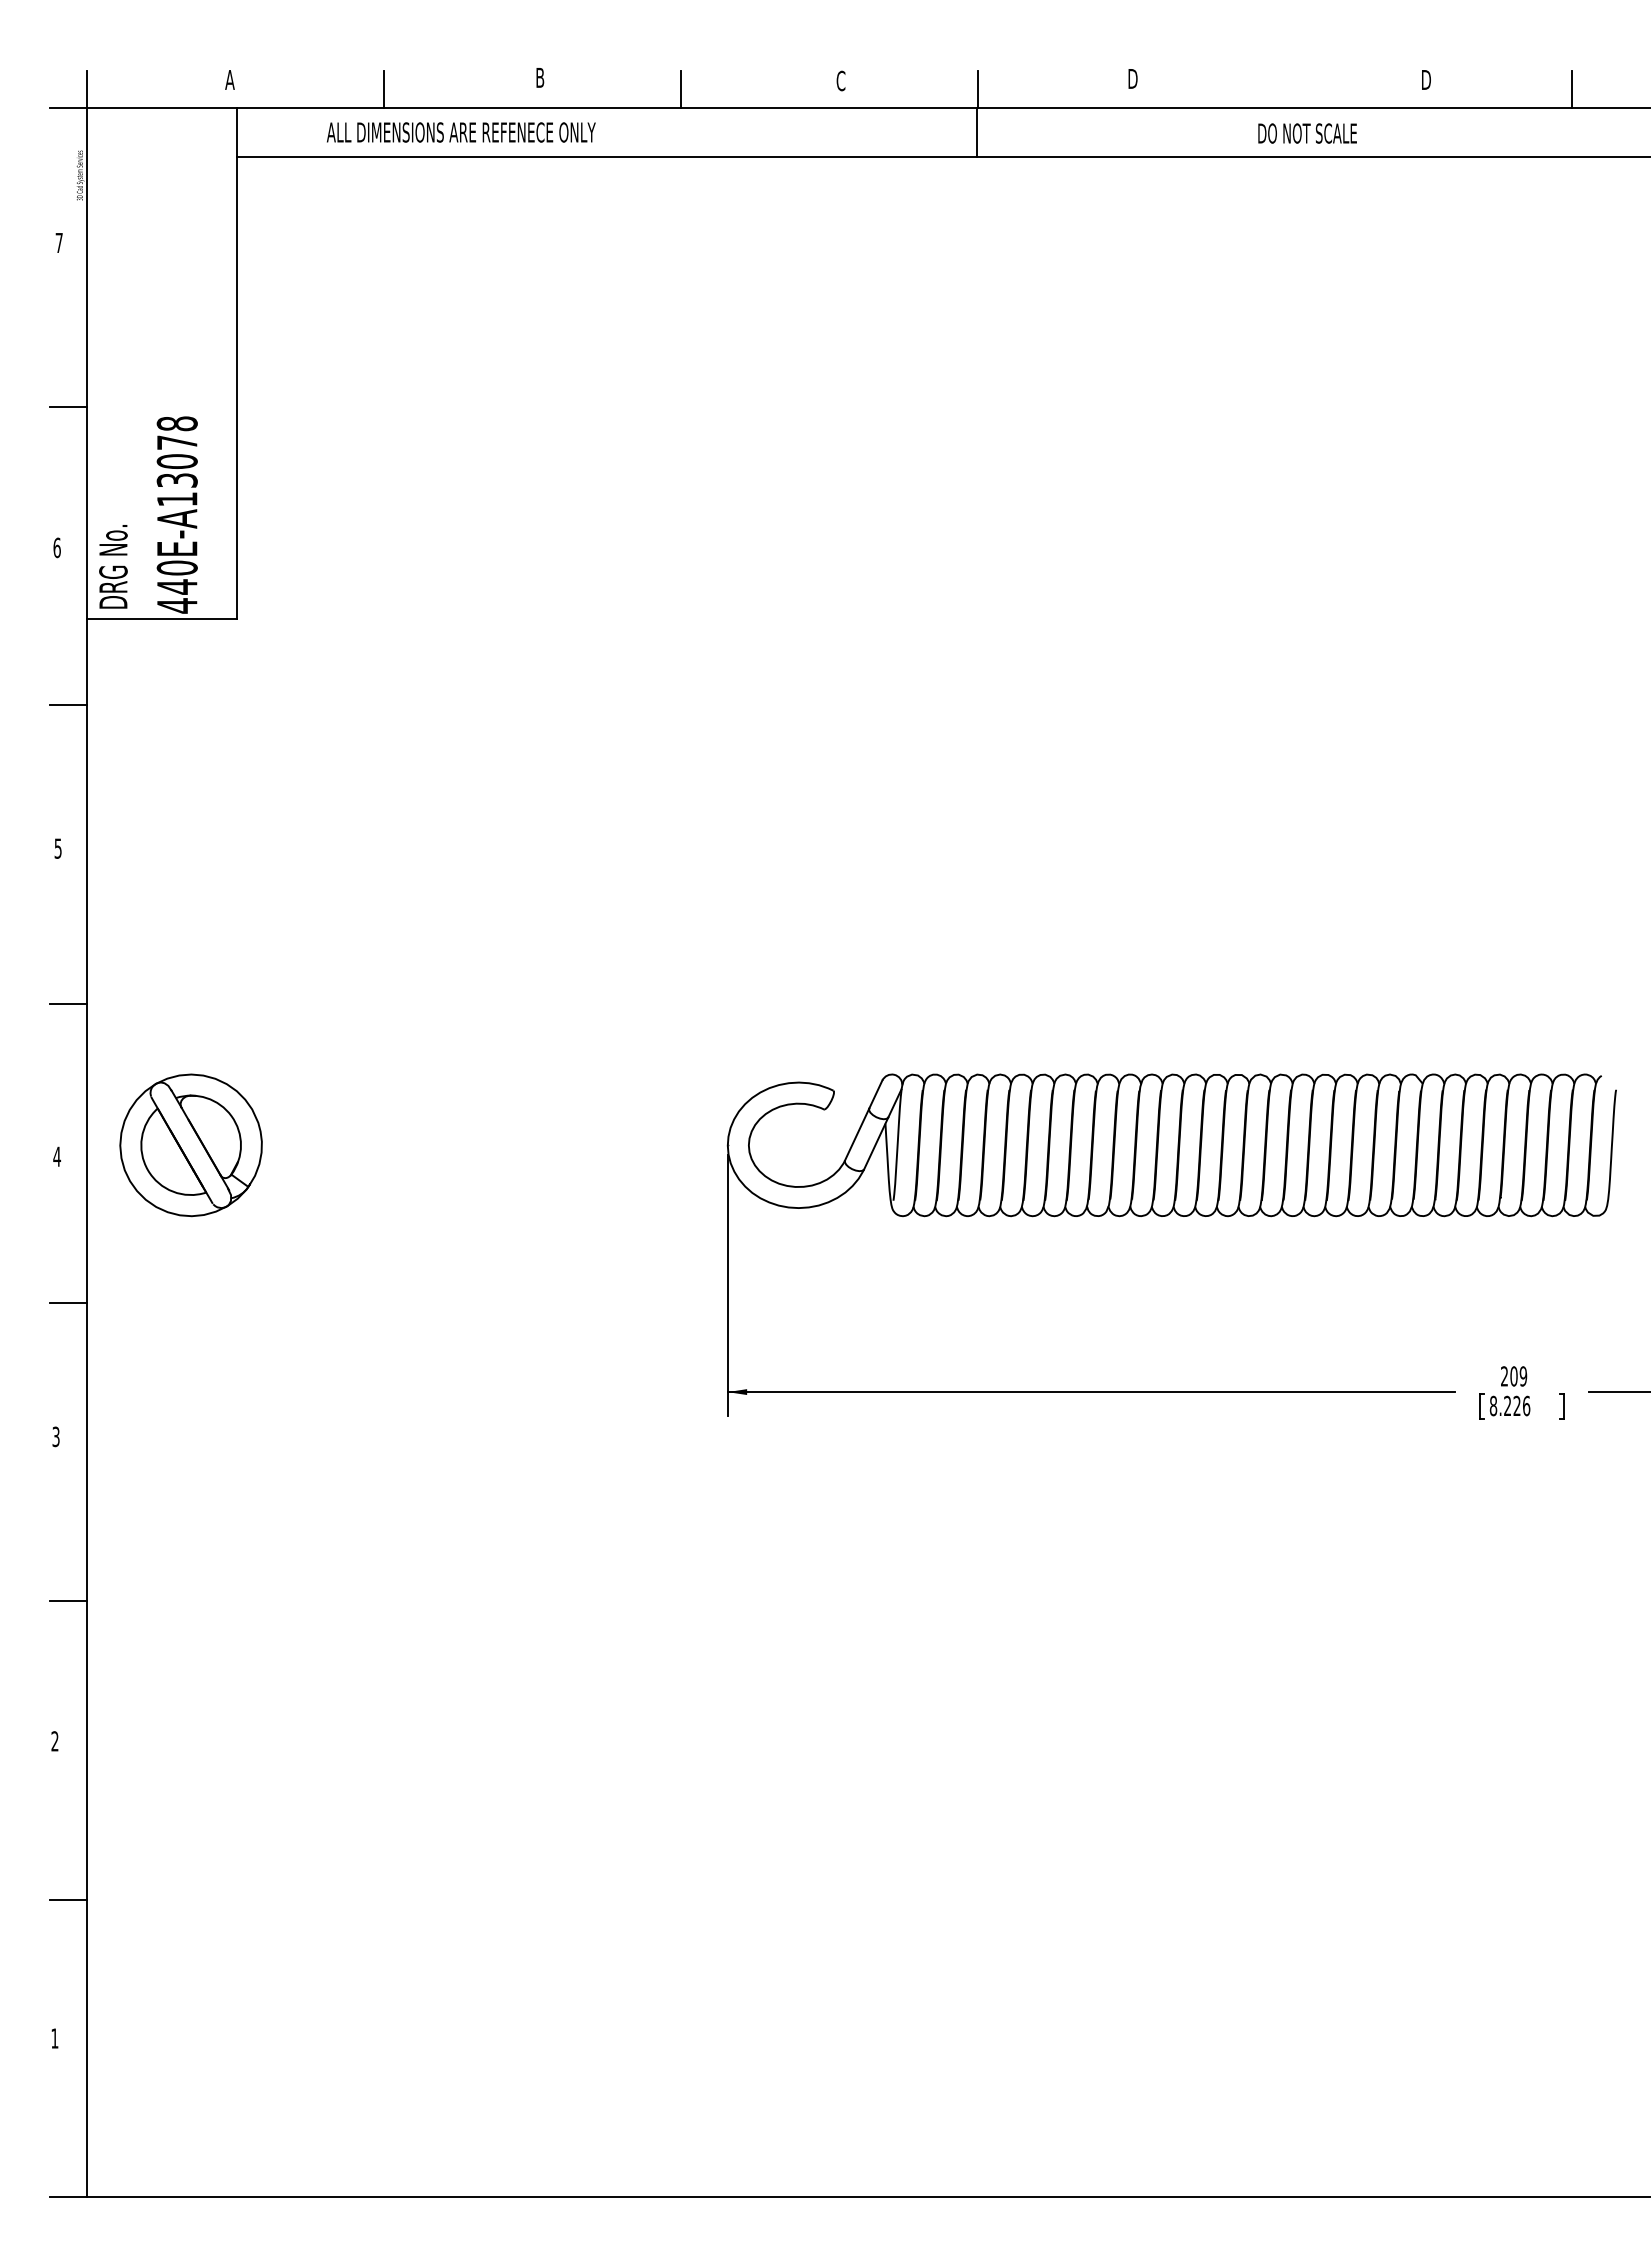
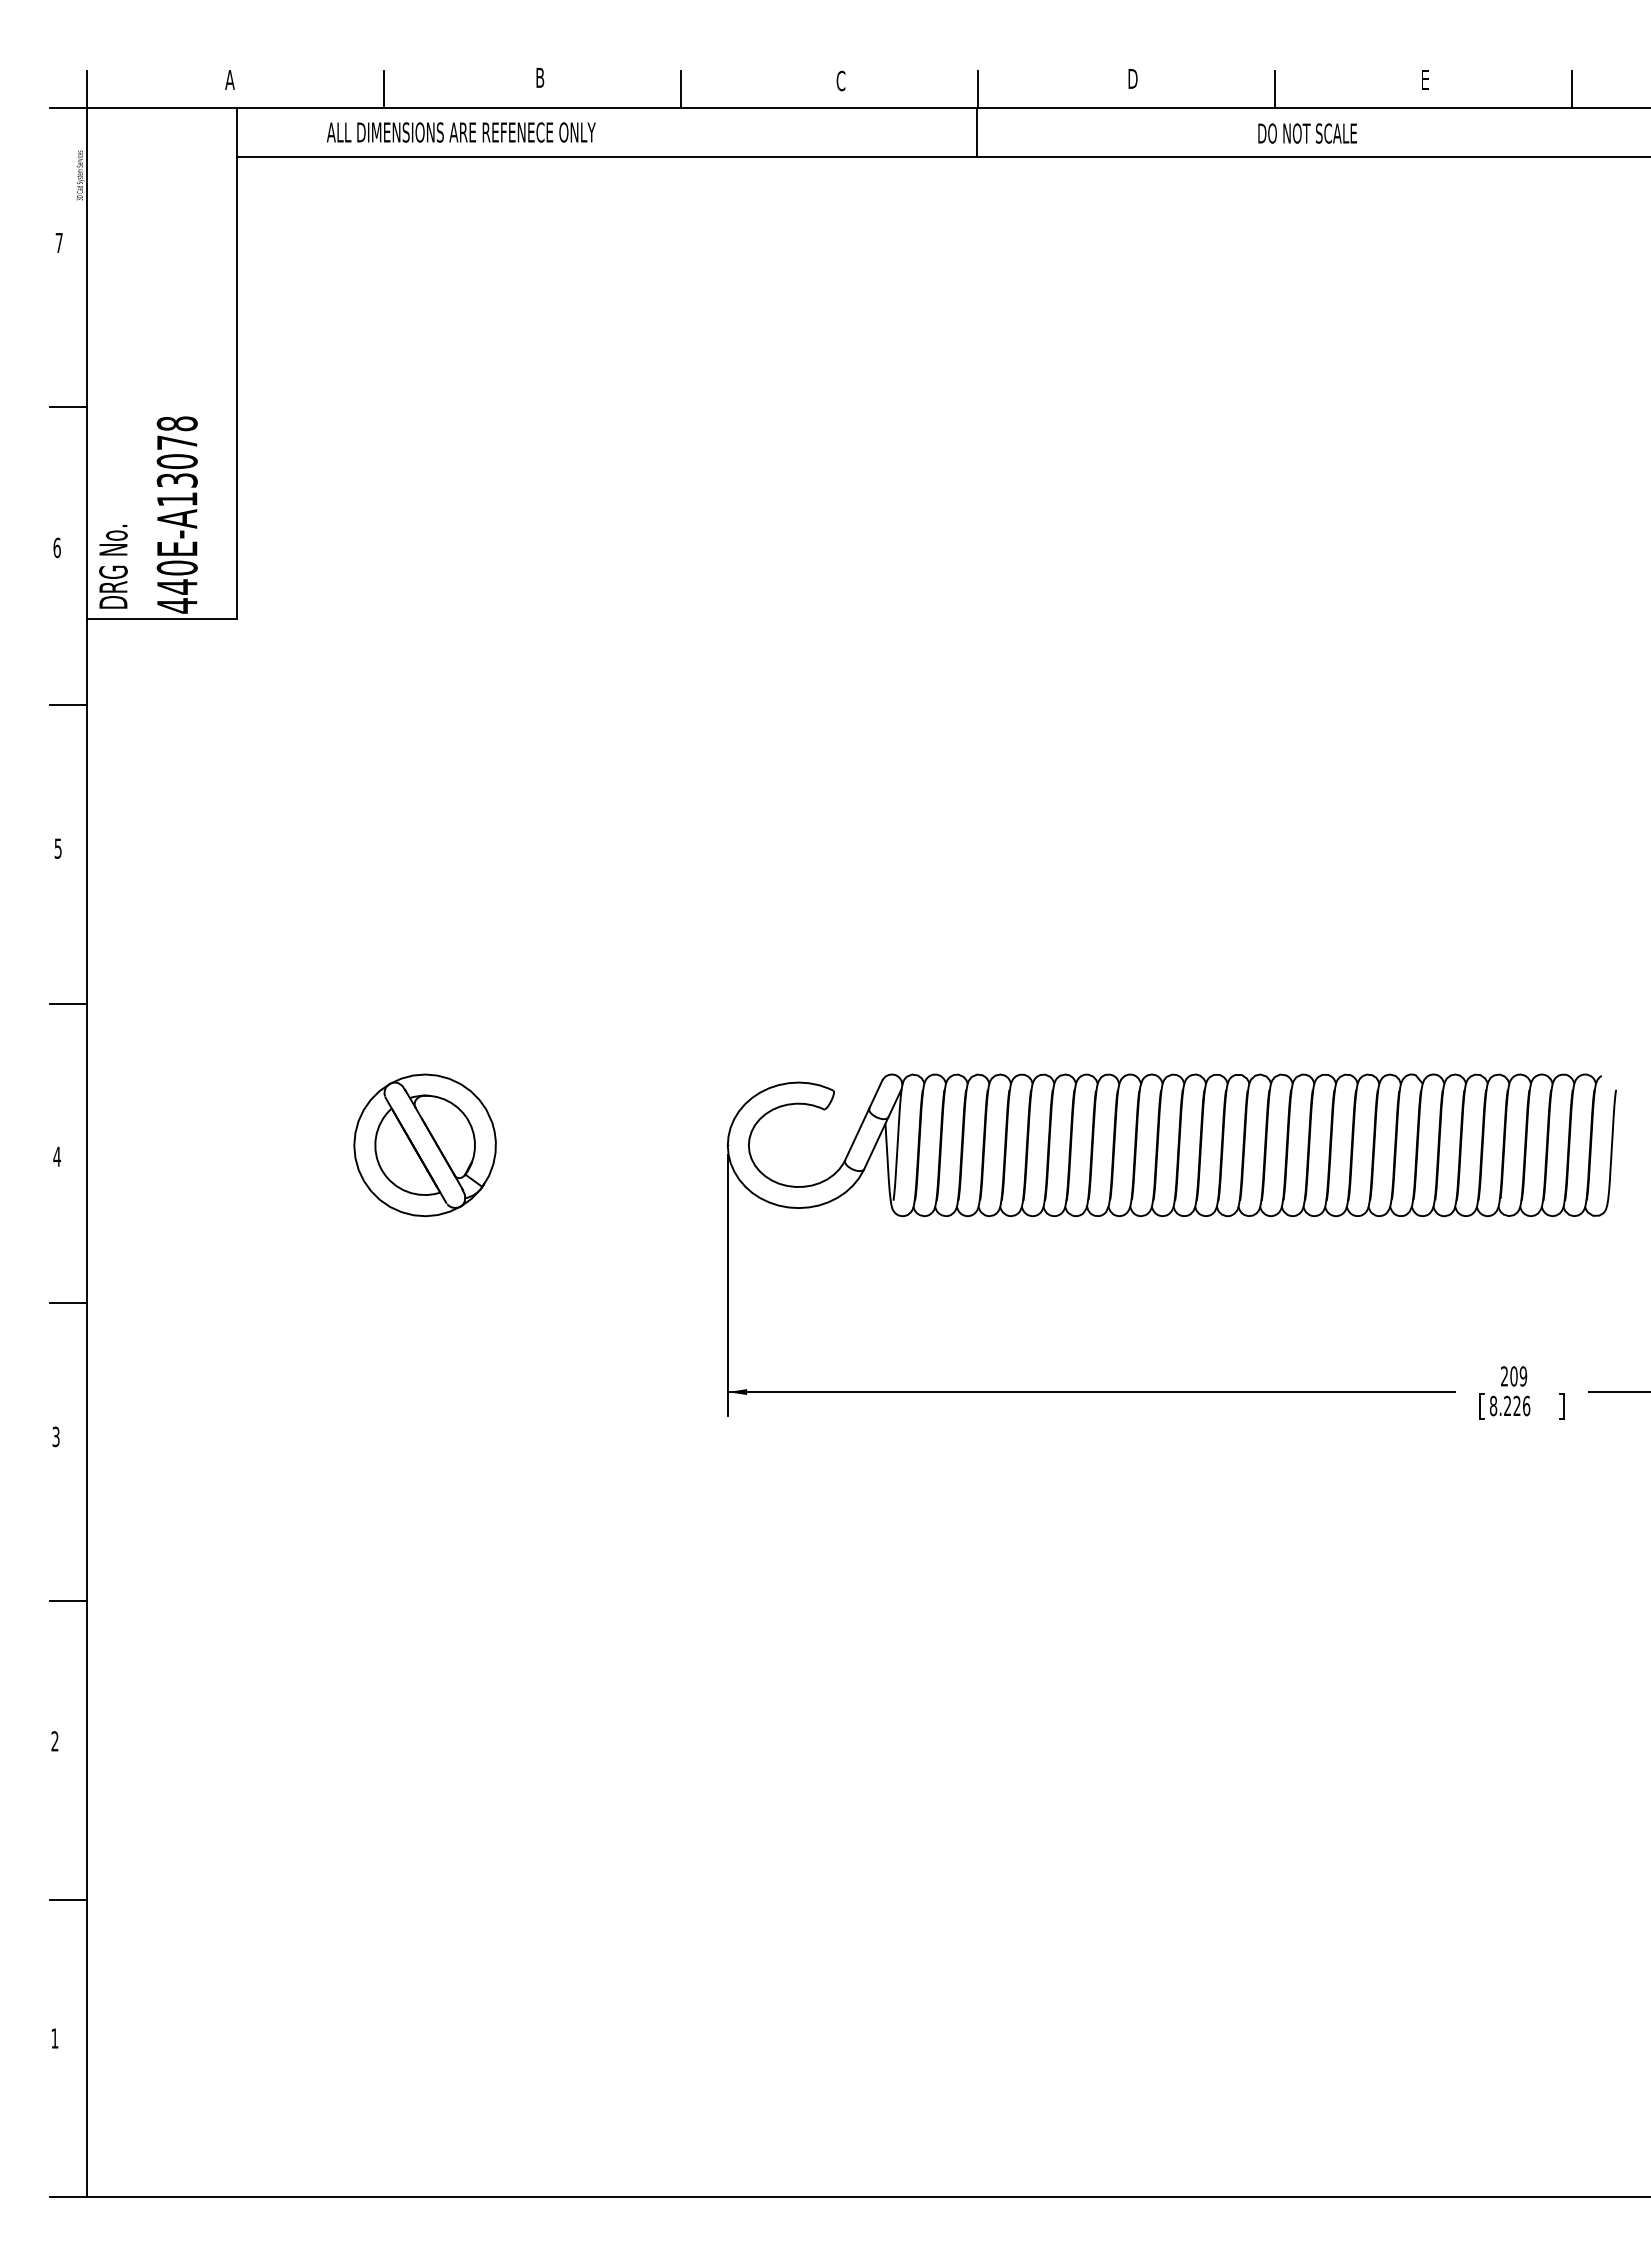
text at (1426, 79): D -> E
line at (1274, 89): none -> present
part at (190, 1145) position: (190, 1145) -> (424, 1145)
